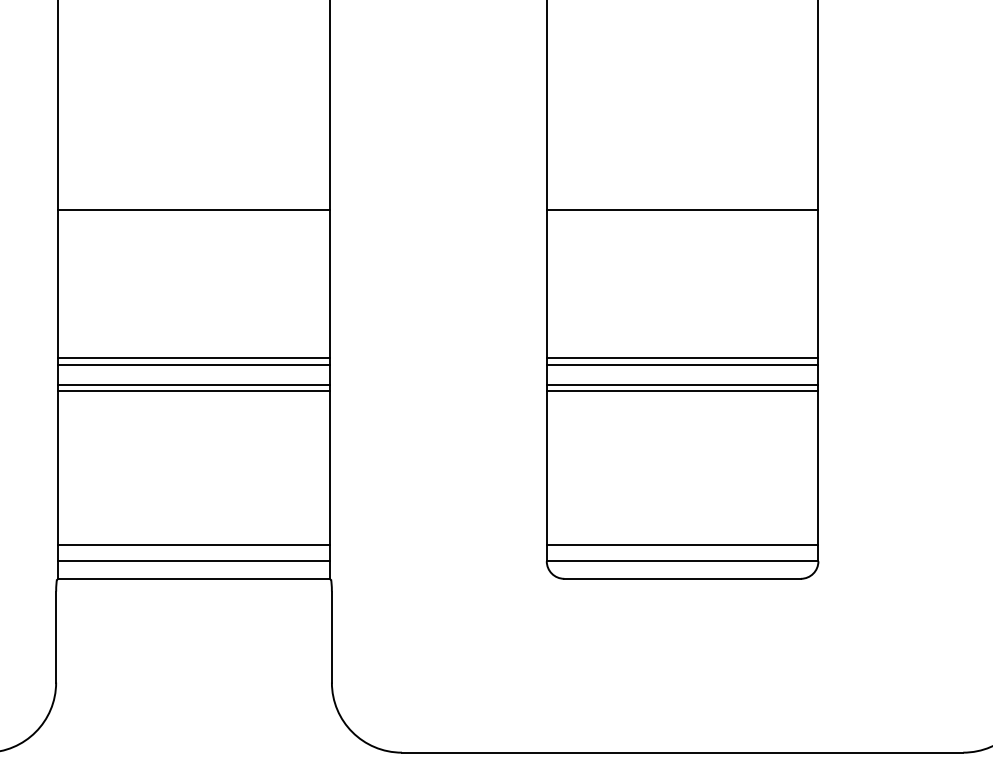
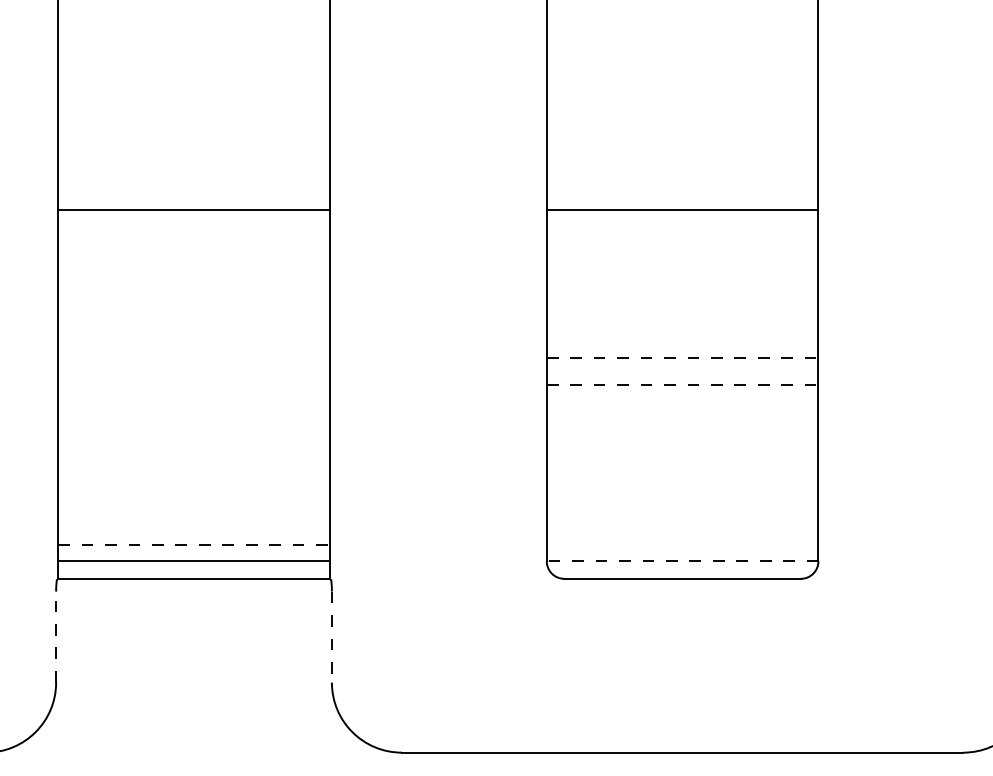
line at (193, 357): present -> none
line at (682, 357): solid -> dashed
line at (193, 364): present -> none
line at (682, 364): present -> none
line at (193, 384): present -> none
line at (682, 384): solid -> dashed
line at (193, 391): present -> none
line at (682, 391): present -> none
line at (194, 545): solid -> dashed
line at (682, 545): present -> none
line at (682, 561): solid -> dashed
line at (56, 636): solid -> dashed
line at (331, 637): solid -> dashed
